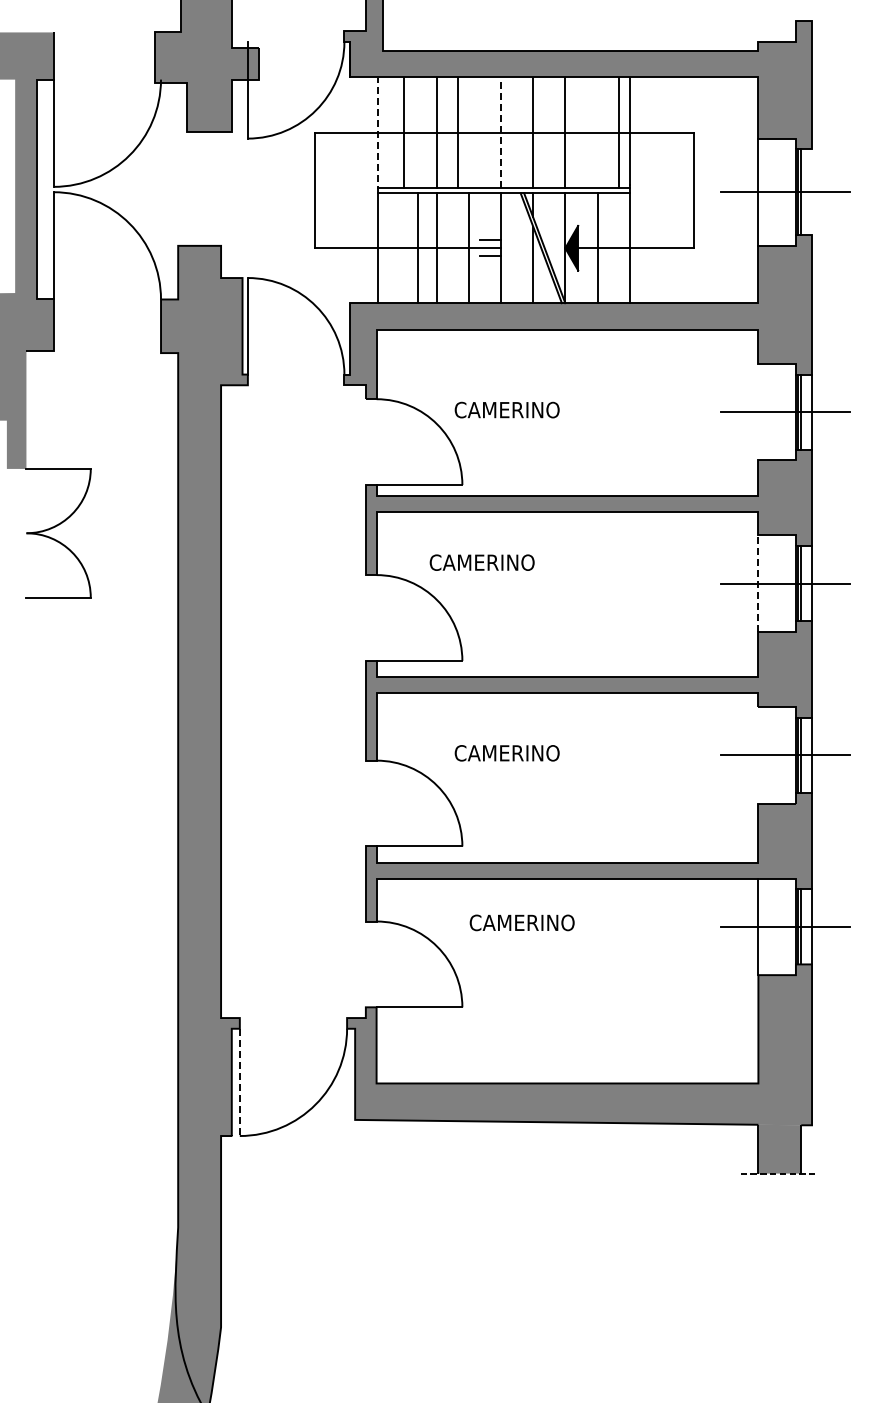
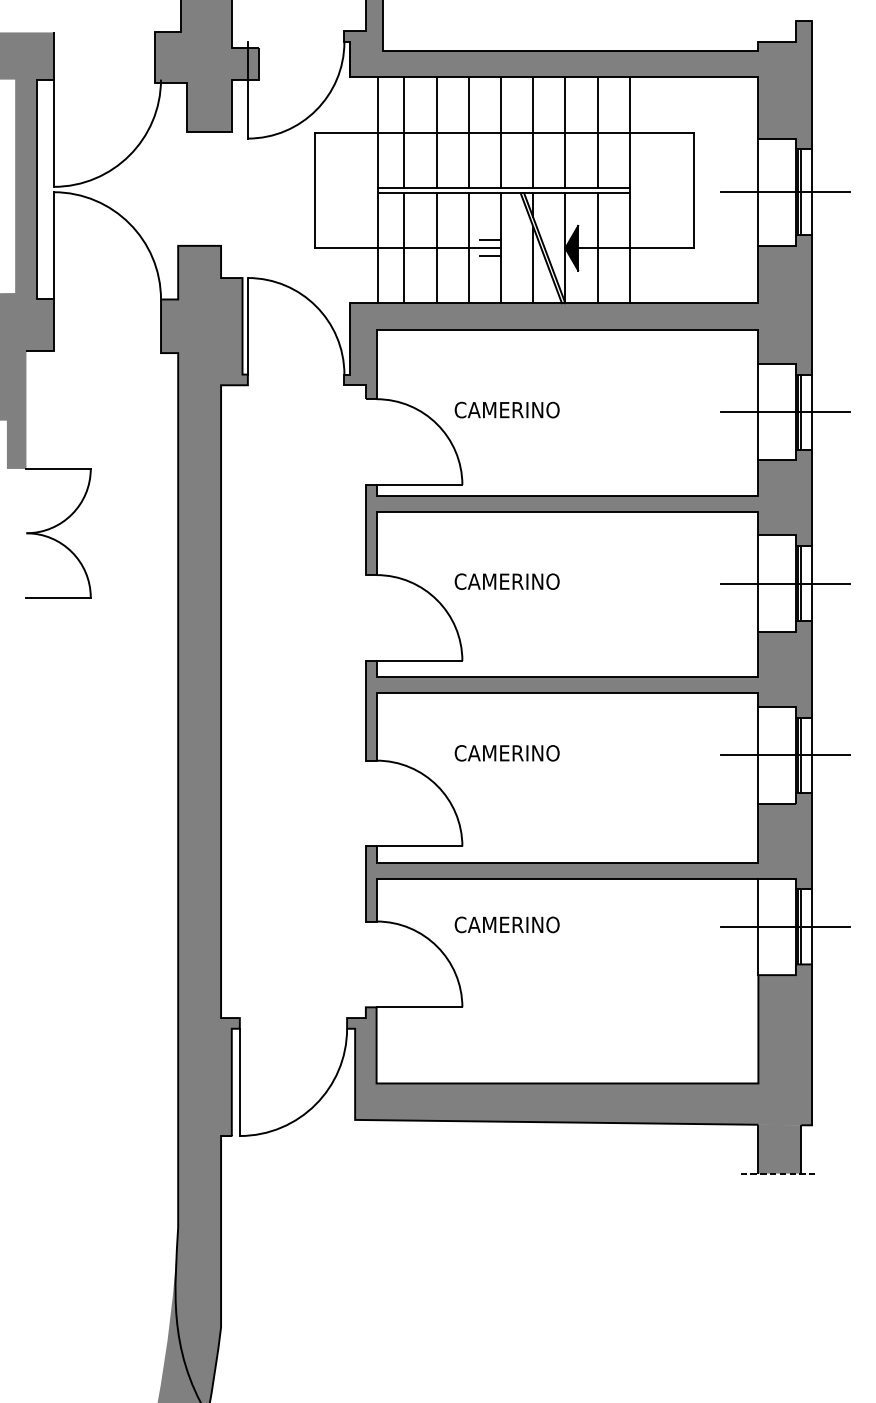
line at (457, 132) position: (457, 132) -> (468, 132)
line at (500, 132): dashed -> solid
line at (618, 132) position: (618, 132) -> (597, 132)
line at (377, 135): dashed -> solid
line at (812, 192): none -> present
line at (418, 248) position: (418, 248) -> (404, 248)
line at (758, 411): none -> present
text at (481, 562) position: (481, 562) -> (506, 581)
line at (758, 583): dashed -> solid
line at (758, 755): none -> present
text at (521, 922) position: (521, 922) -> (506, 924)
line at (239, 1082): dashed -> solid
